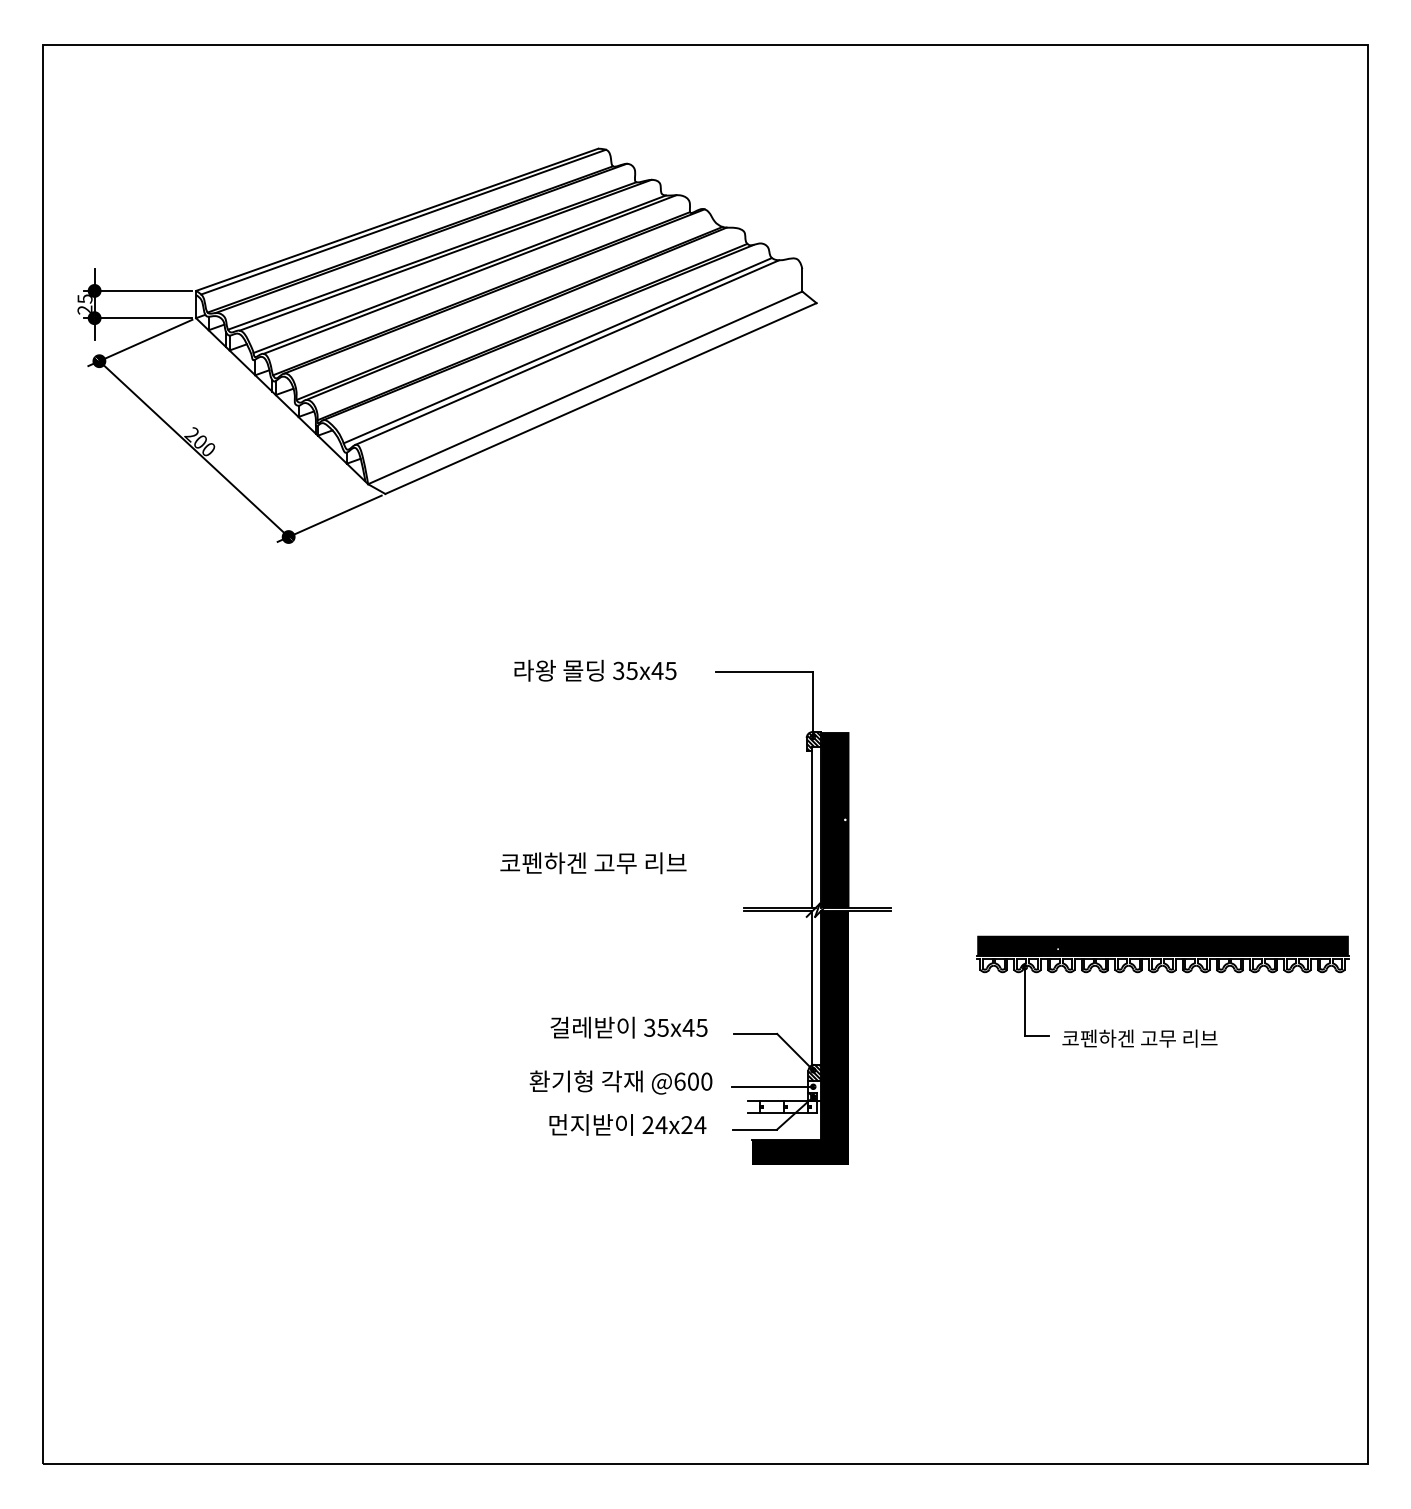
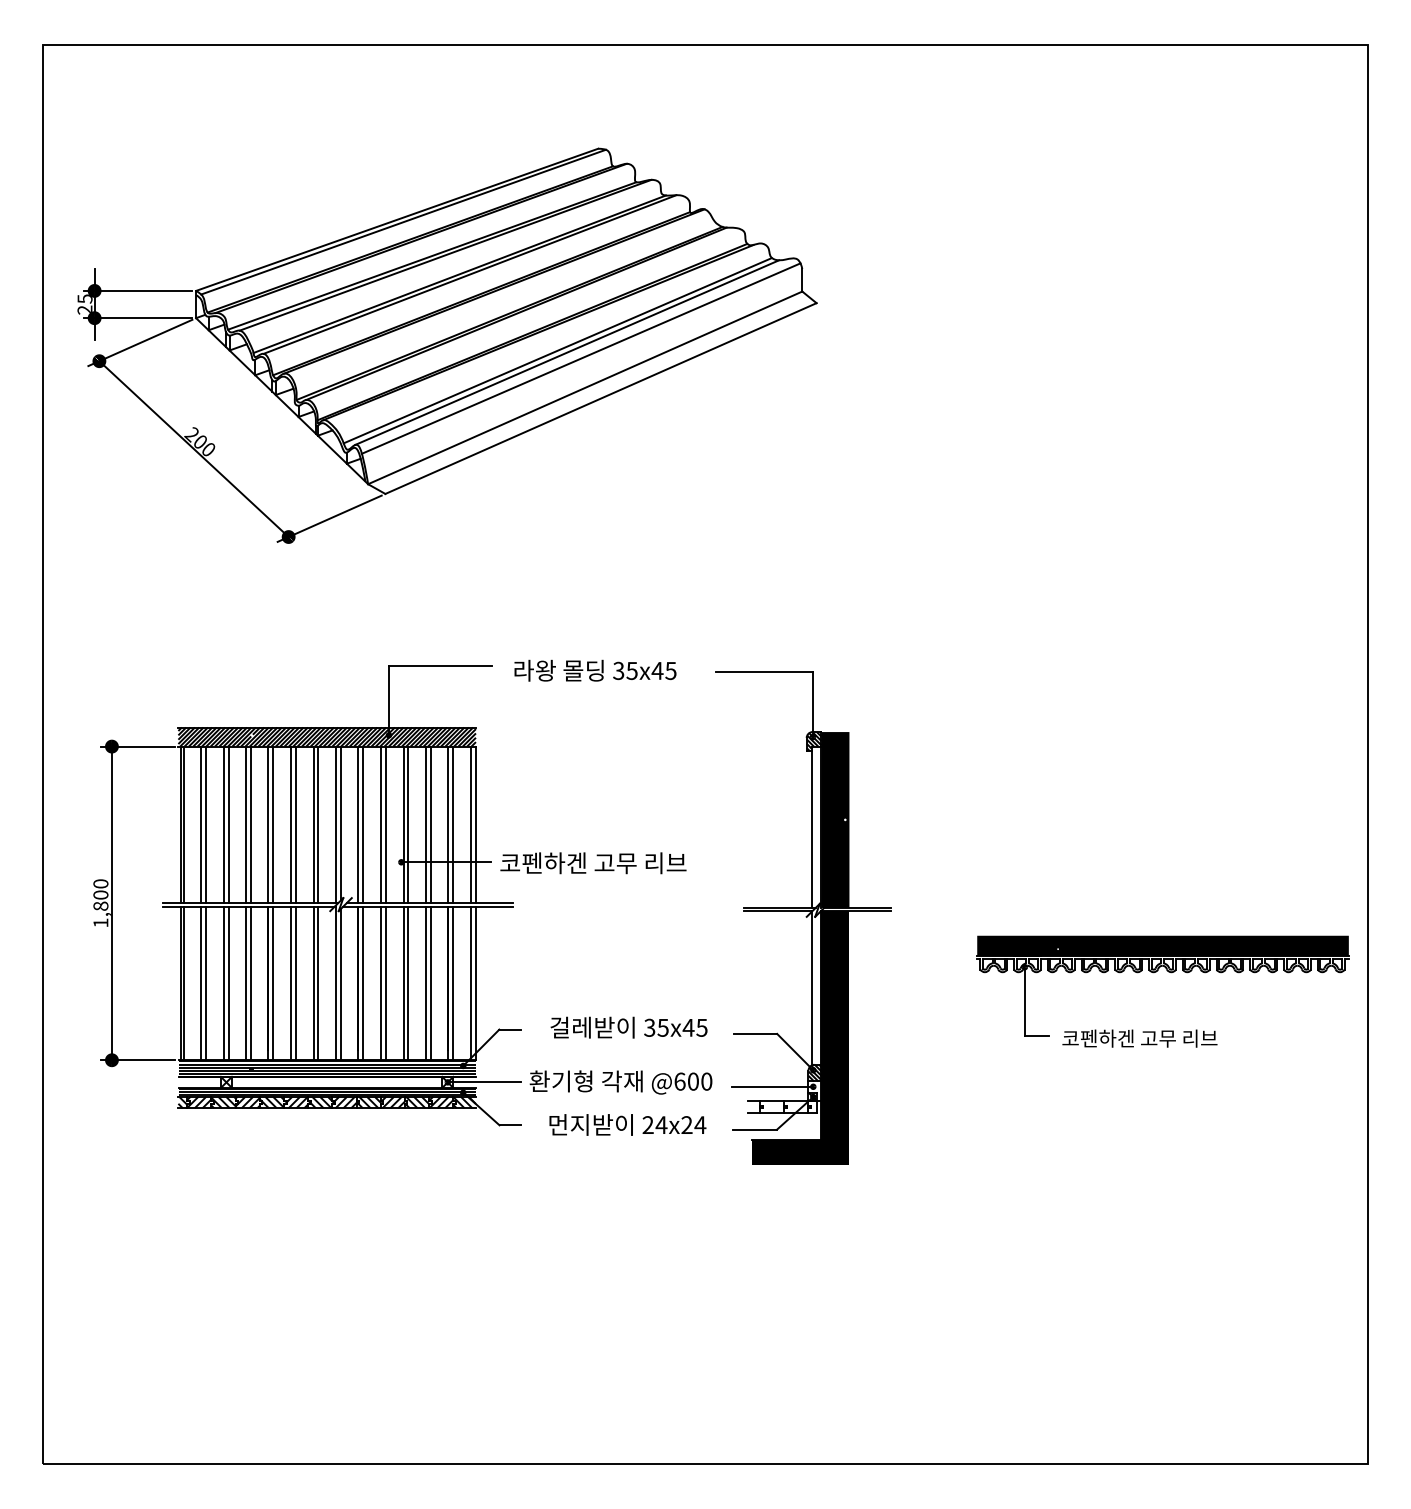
line at (580, 358): none -> present
part at (307, 895): none -> present
